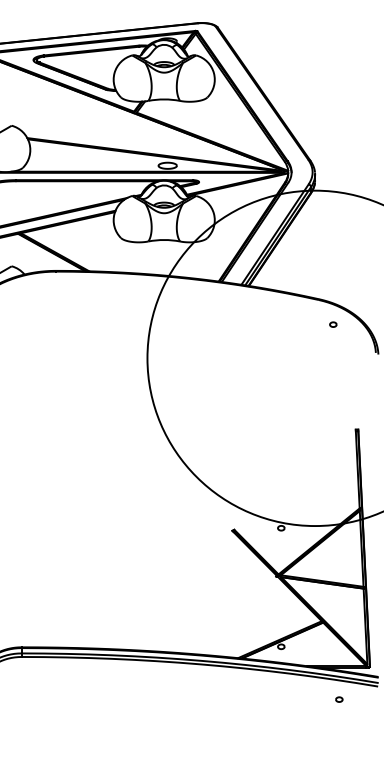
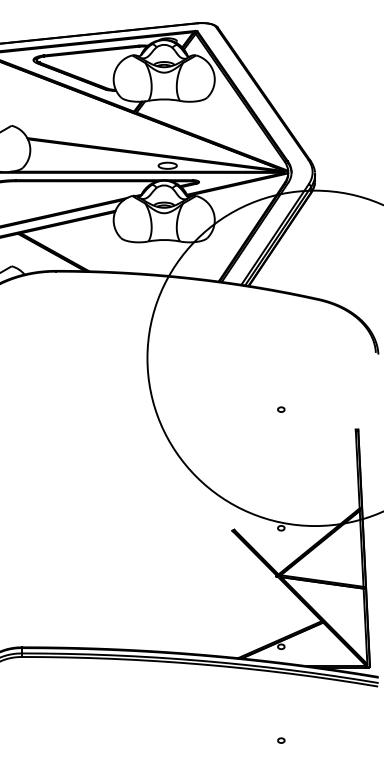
part at (333, 324) position: (333, 324) -> (281, 409)
part at (339, 699) position: (339, 699) -> (281, 740)
